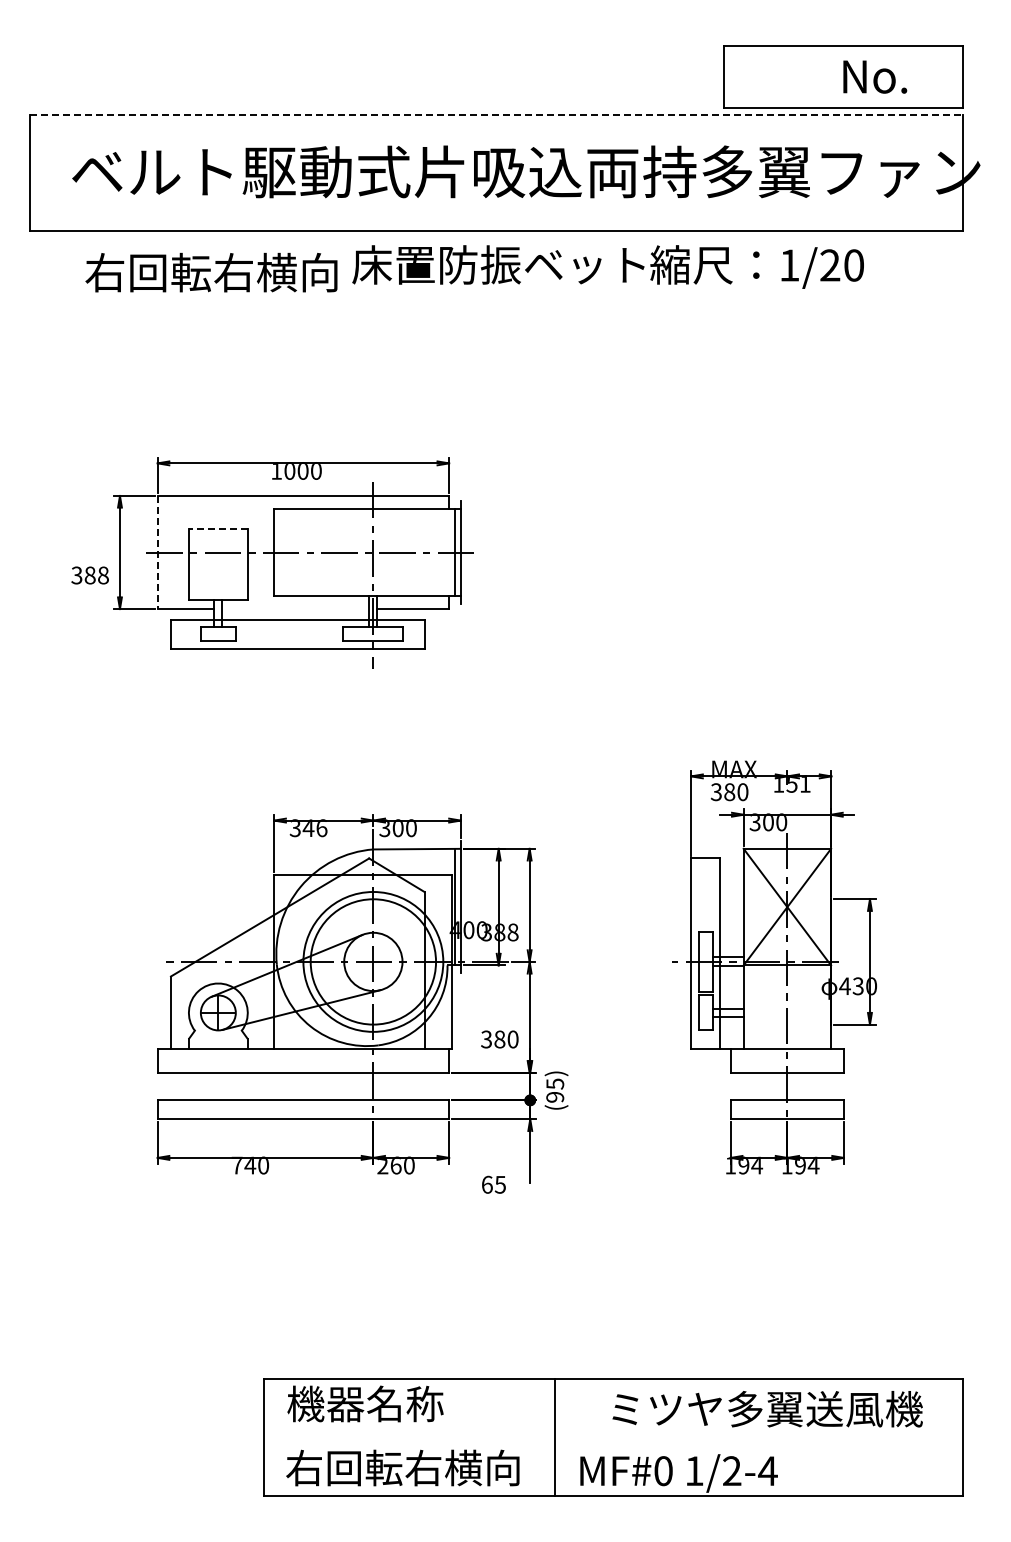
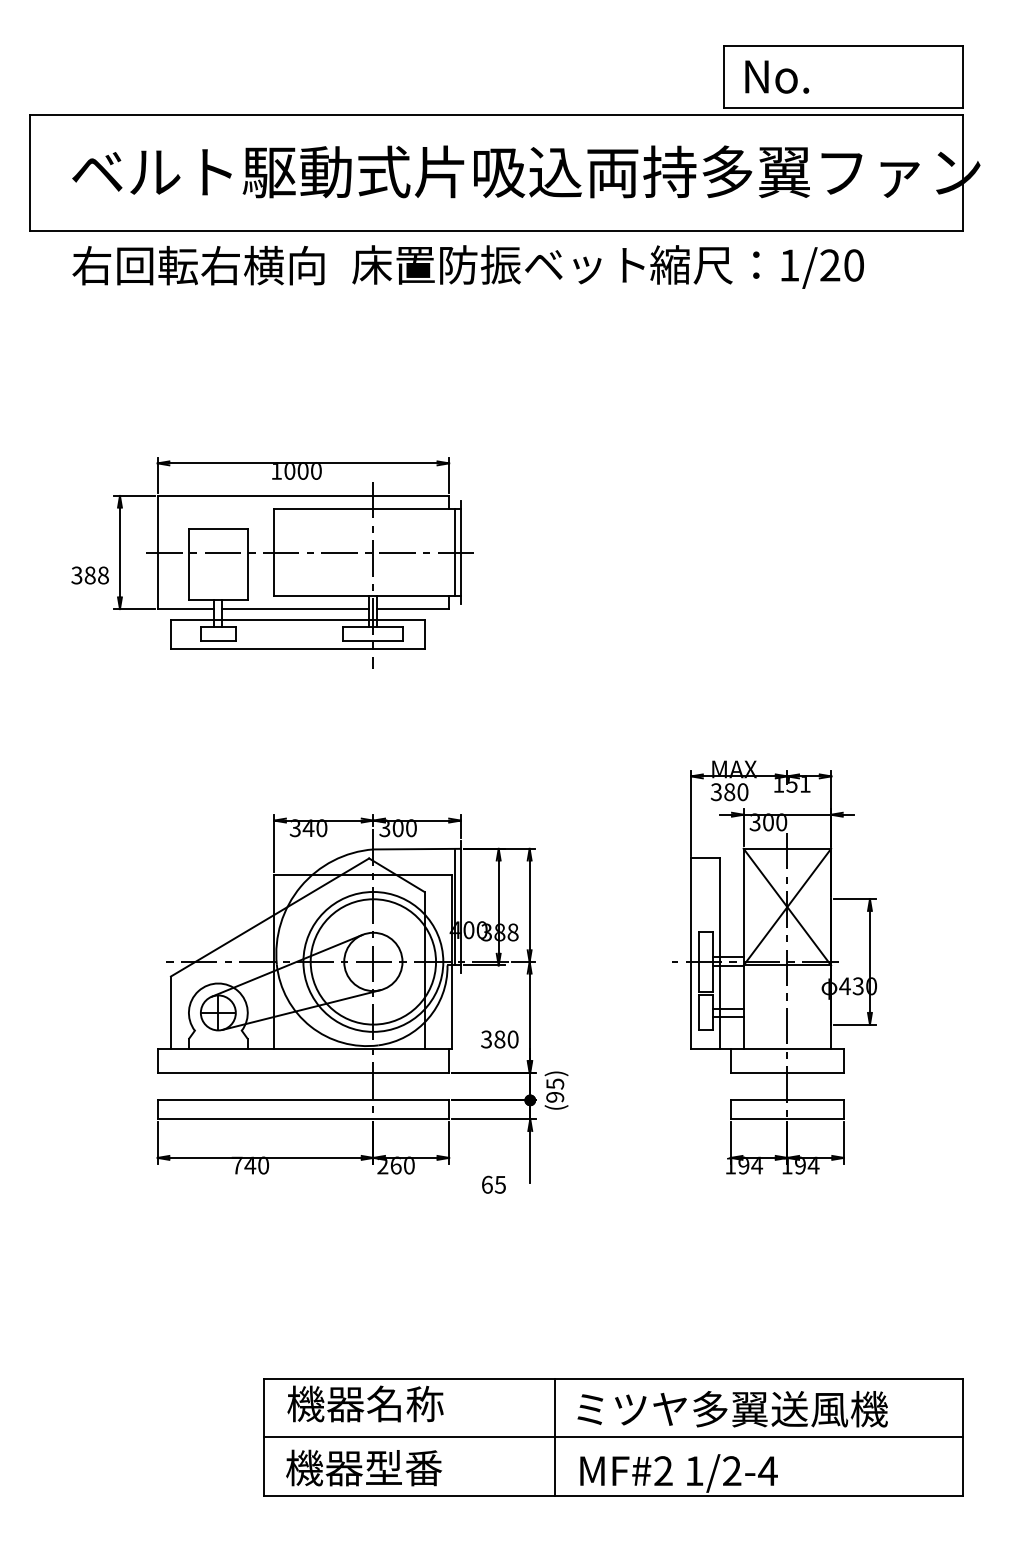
text at (875, 76) position: (875, 76) -> (777, 76)
line at (497, 114): dashed -> solid
text at (211, 272) position: (211, 272) -> (198, 265)
line at (217, 529): dashed -> solid
line at (157, 552): dashed -> solid
line at (295, 609): none -> present
text at (321, 828): 346 -> 340
text at (767, 1409) position: (767, 1409) -> (732, 1409)
line at (613, 1437): none -> present
text at (402, 1467): 右回転右横向 -> 機器型番
text at (663, 1471): MF#0 -> MF#2
